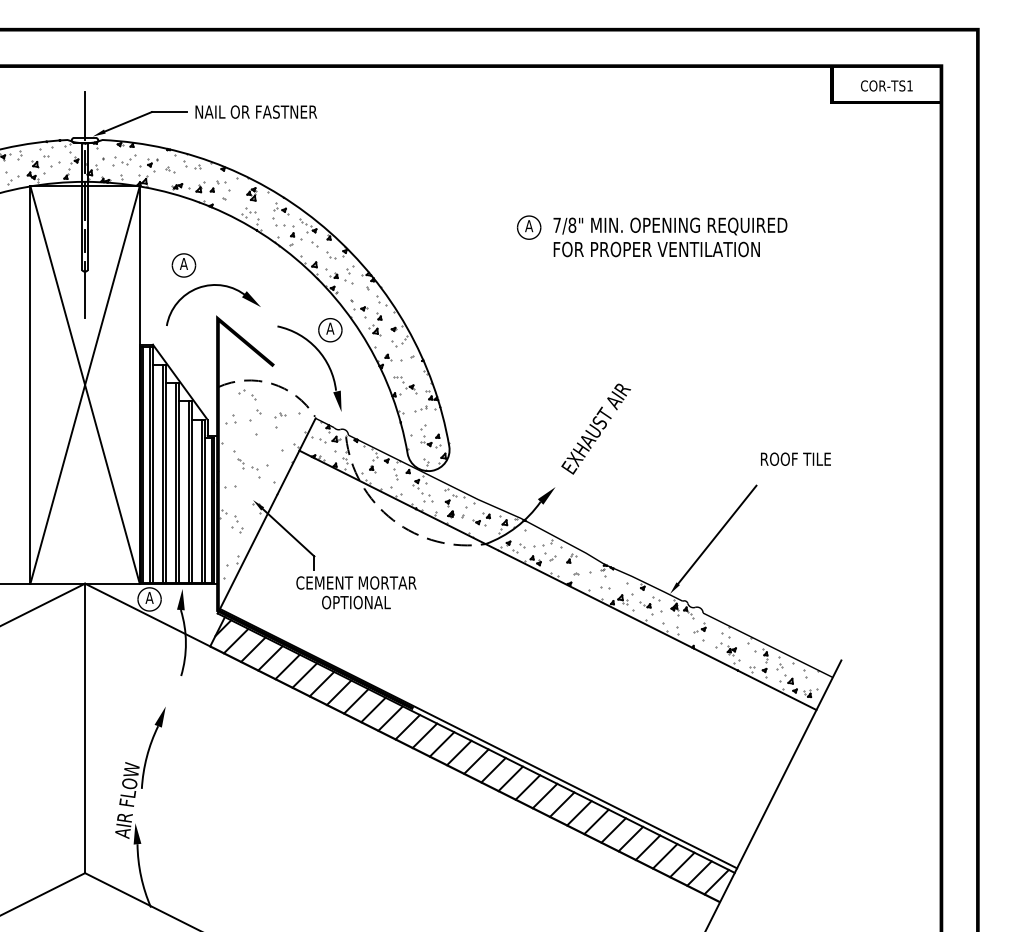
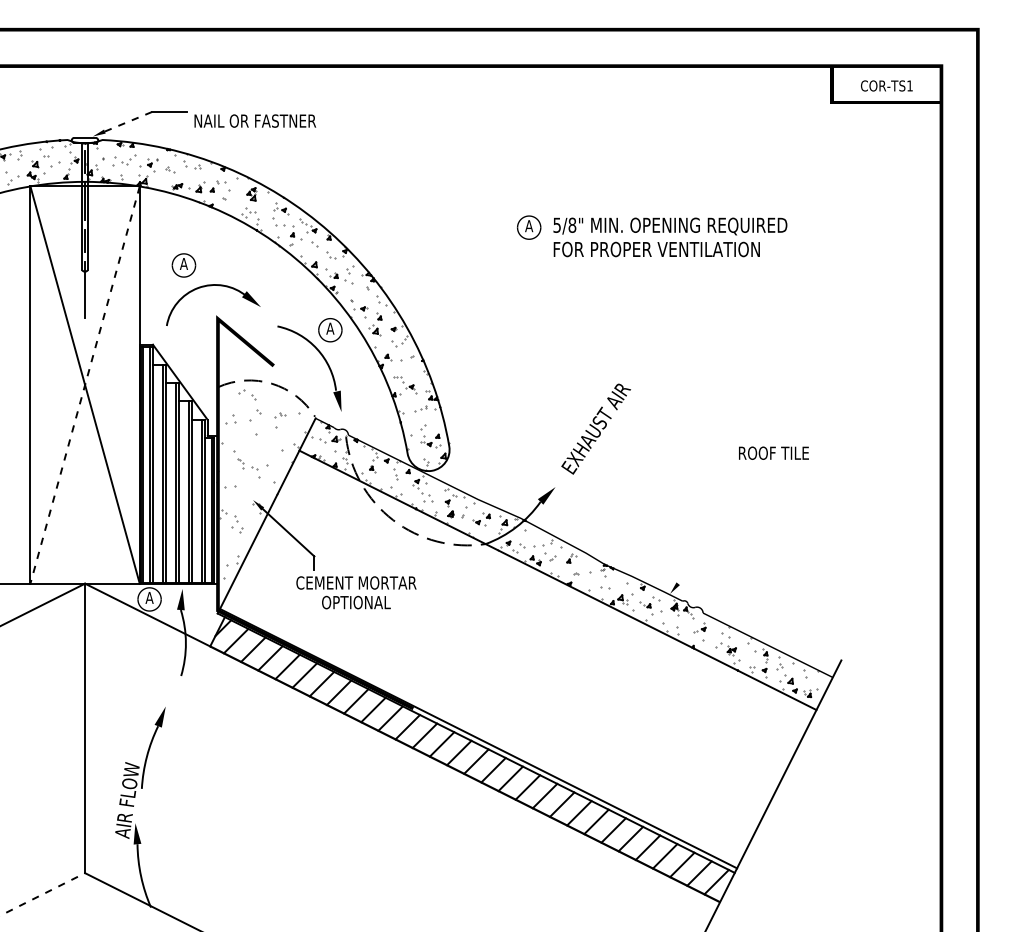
text at (256, 111) position: (256, 111) -> (255, 120)
line at (85, 116): present -> none
line at (128, 121): solid -> dashed
text at (556, 224): 7/8" -> 5/8"
line at (85, 385): solid -> dashed
text at (795, 458) position: (795, 458) -> (773, 452)
line at (717, 534): present -> none
line at (43, 894): solid -> dashed
